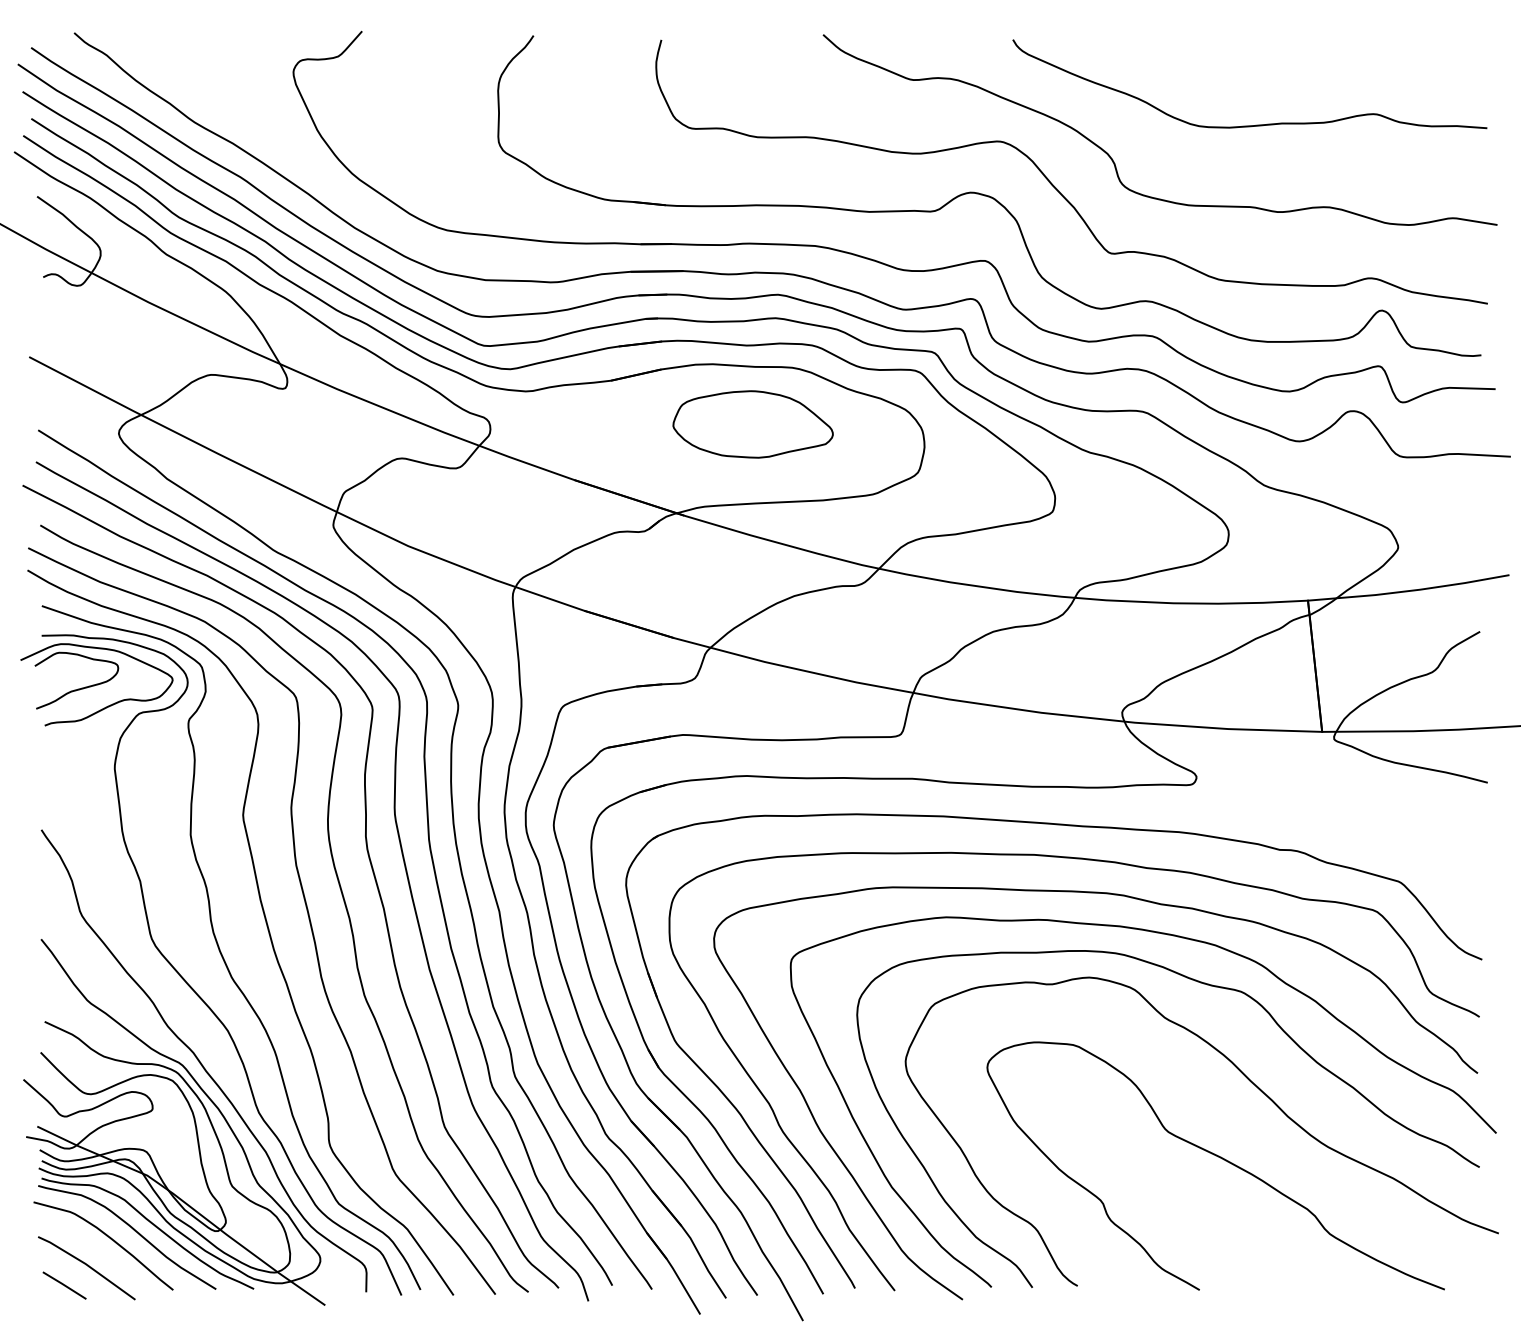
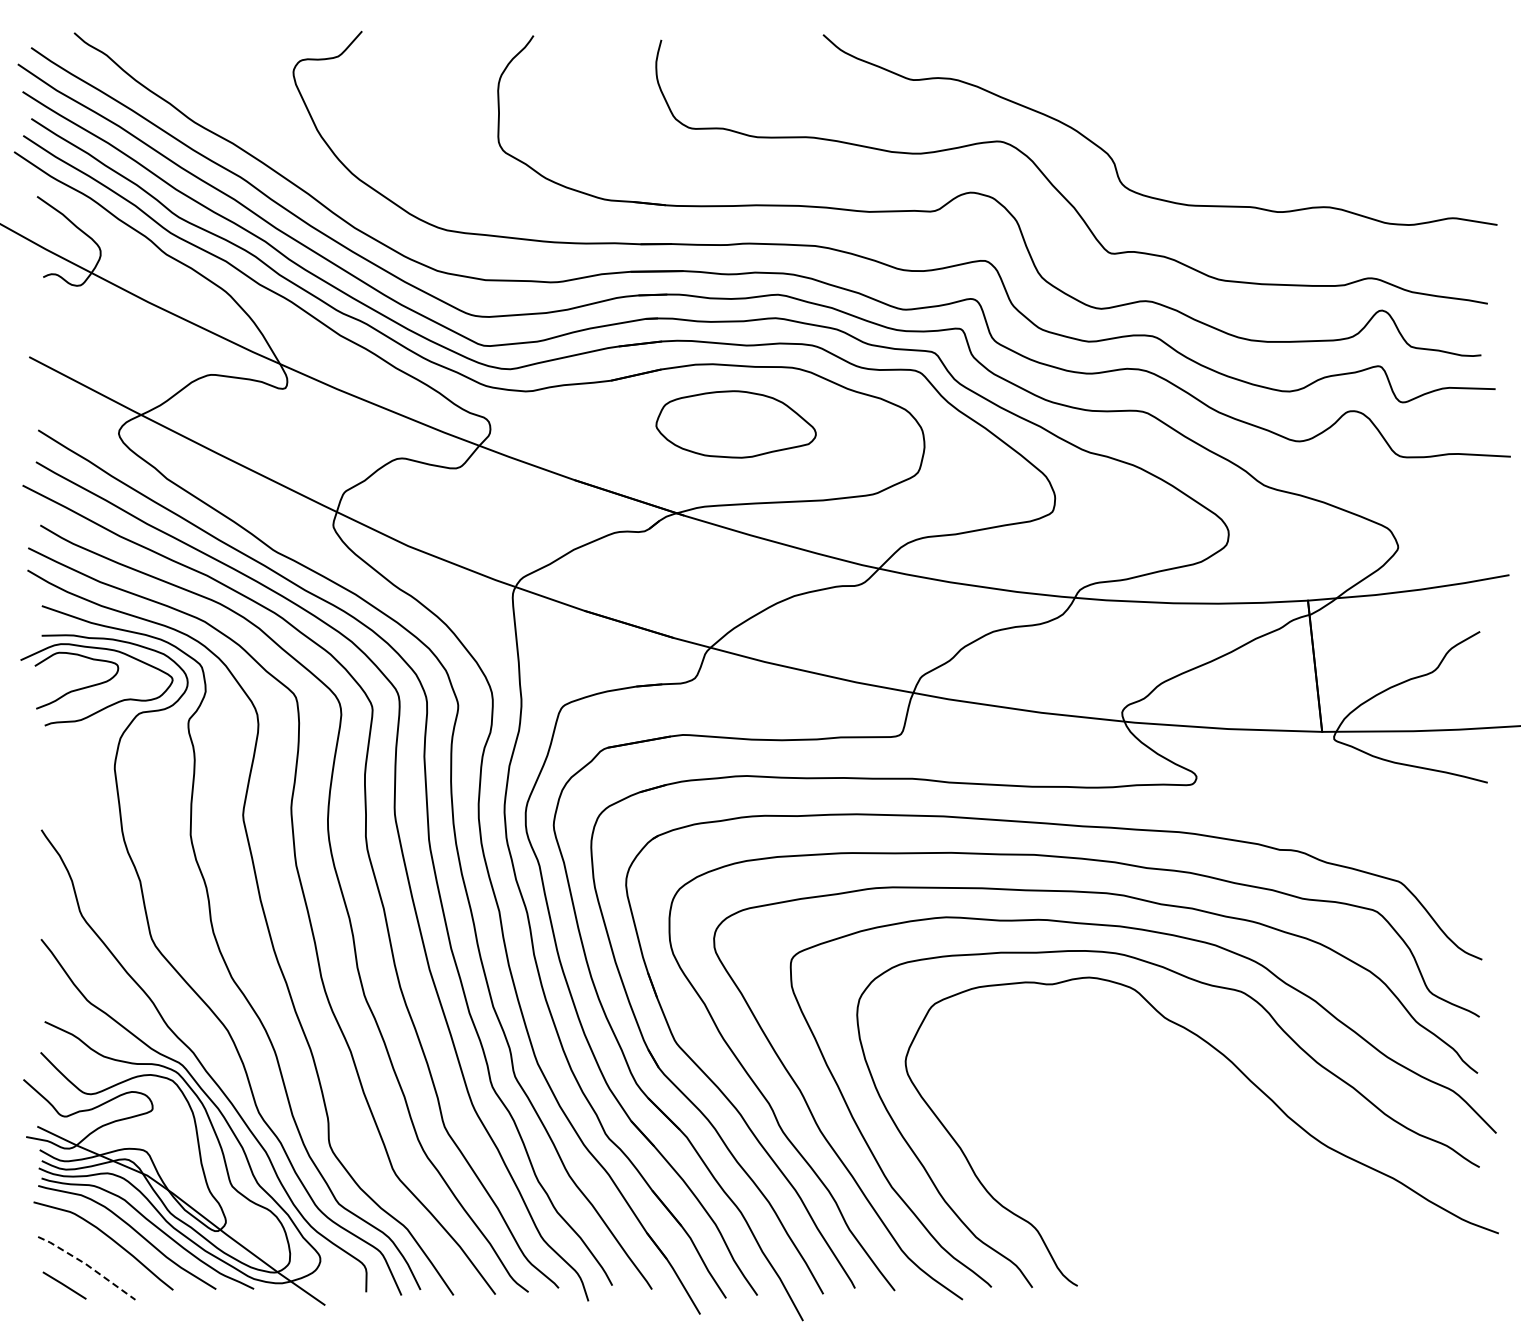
curve at (1256, 124): present -> none
part at (752, 424) position: (752, 424) -> (735, 424)
curve at (1218, 1157): present -> none
line at (87, 1265): solid -> dashed
